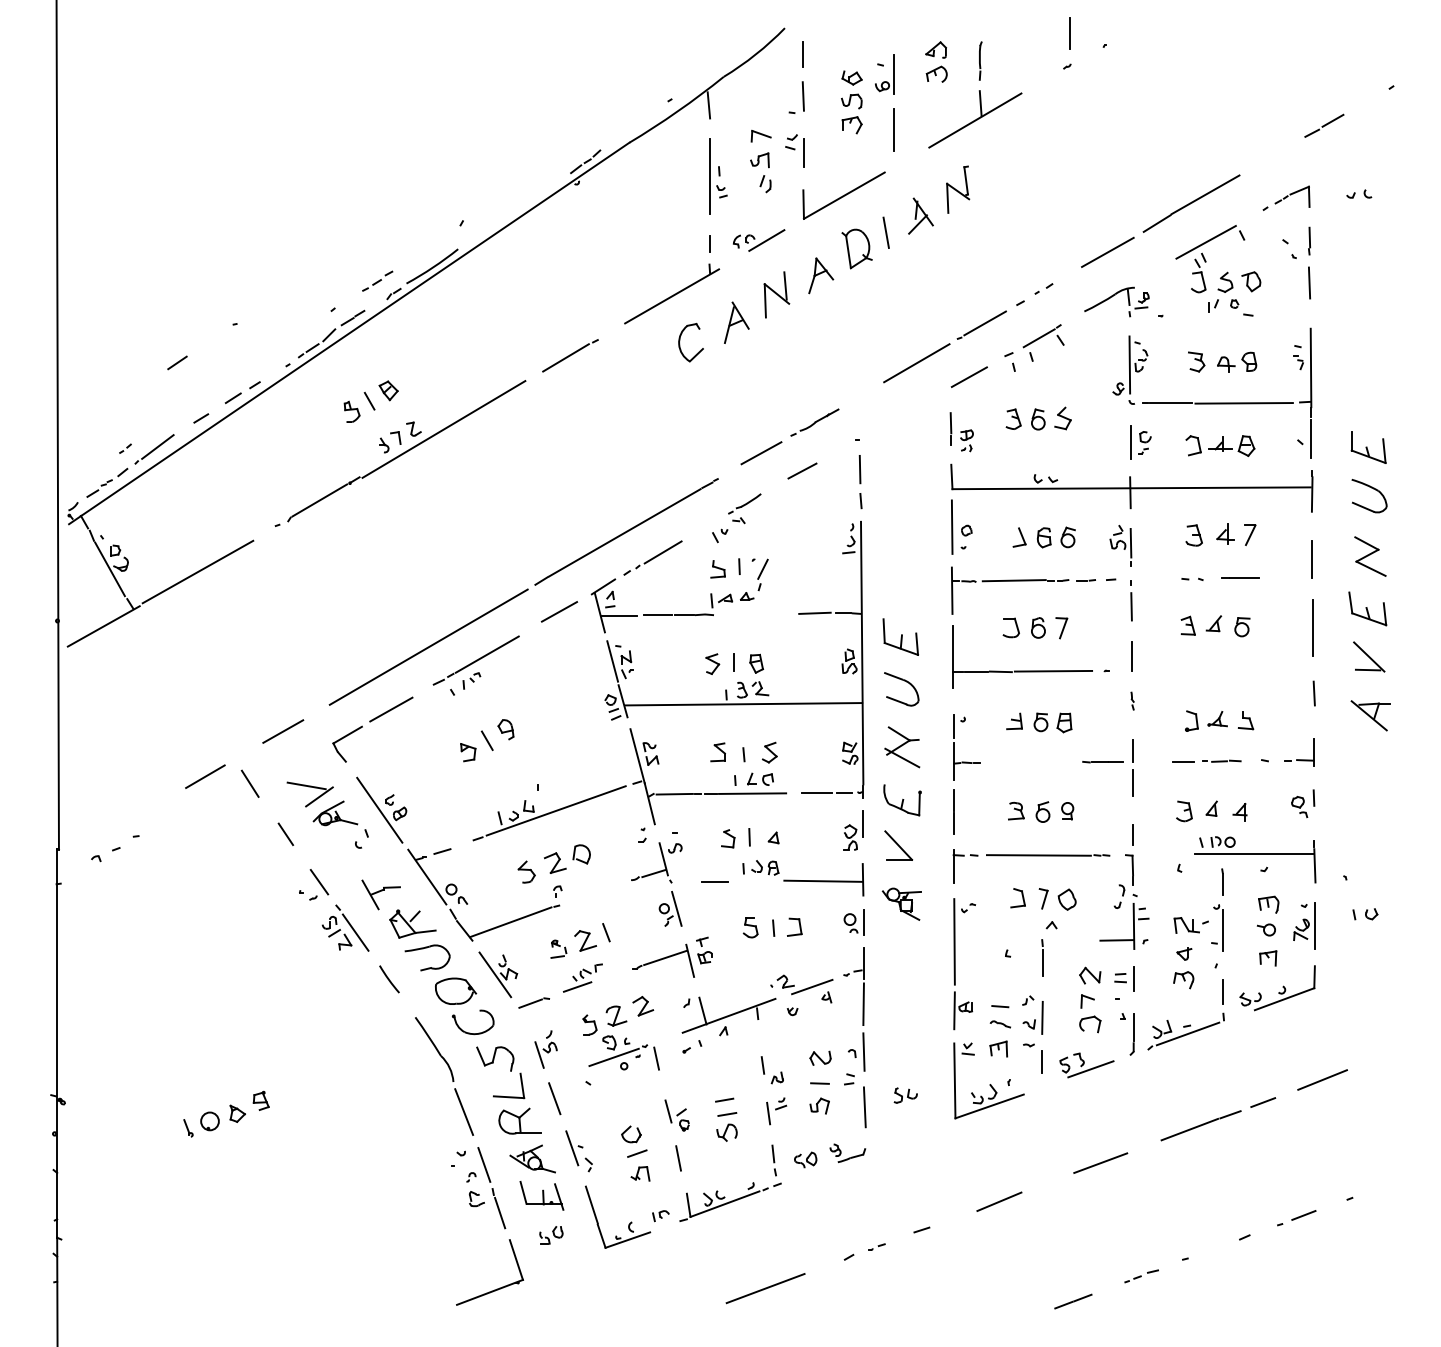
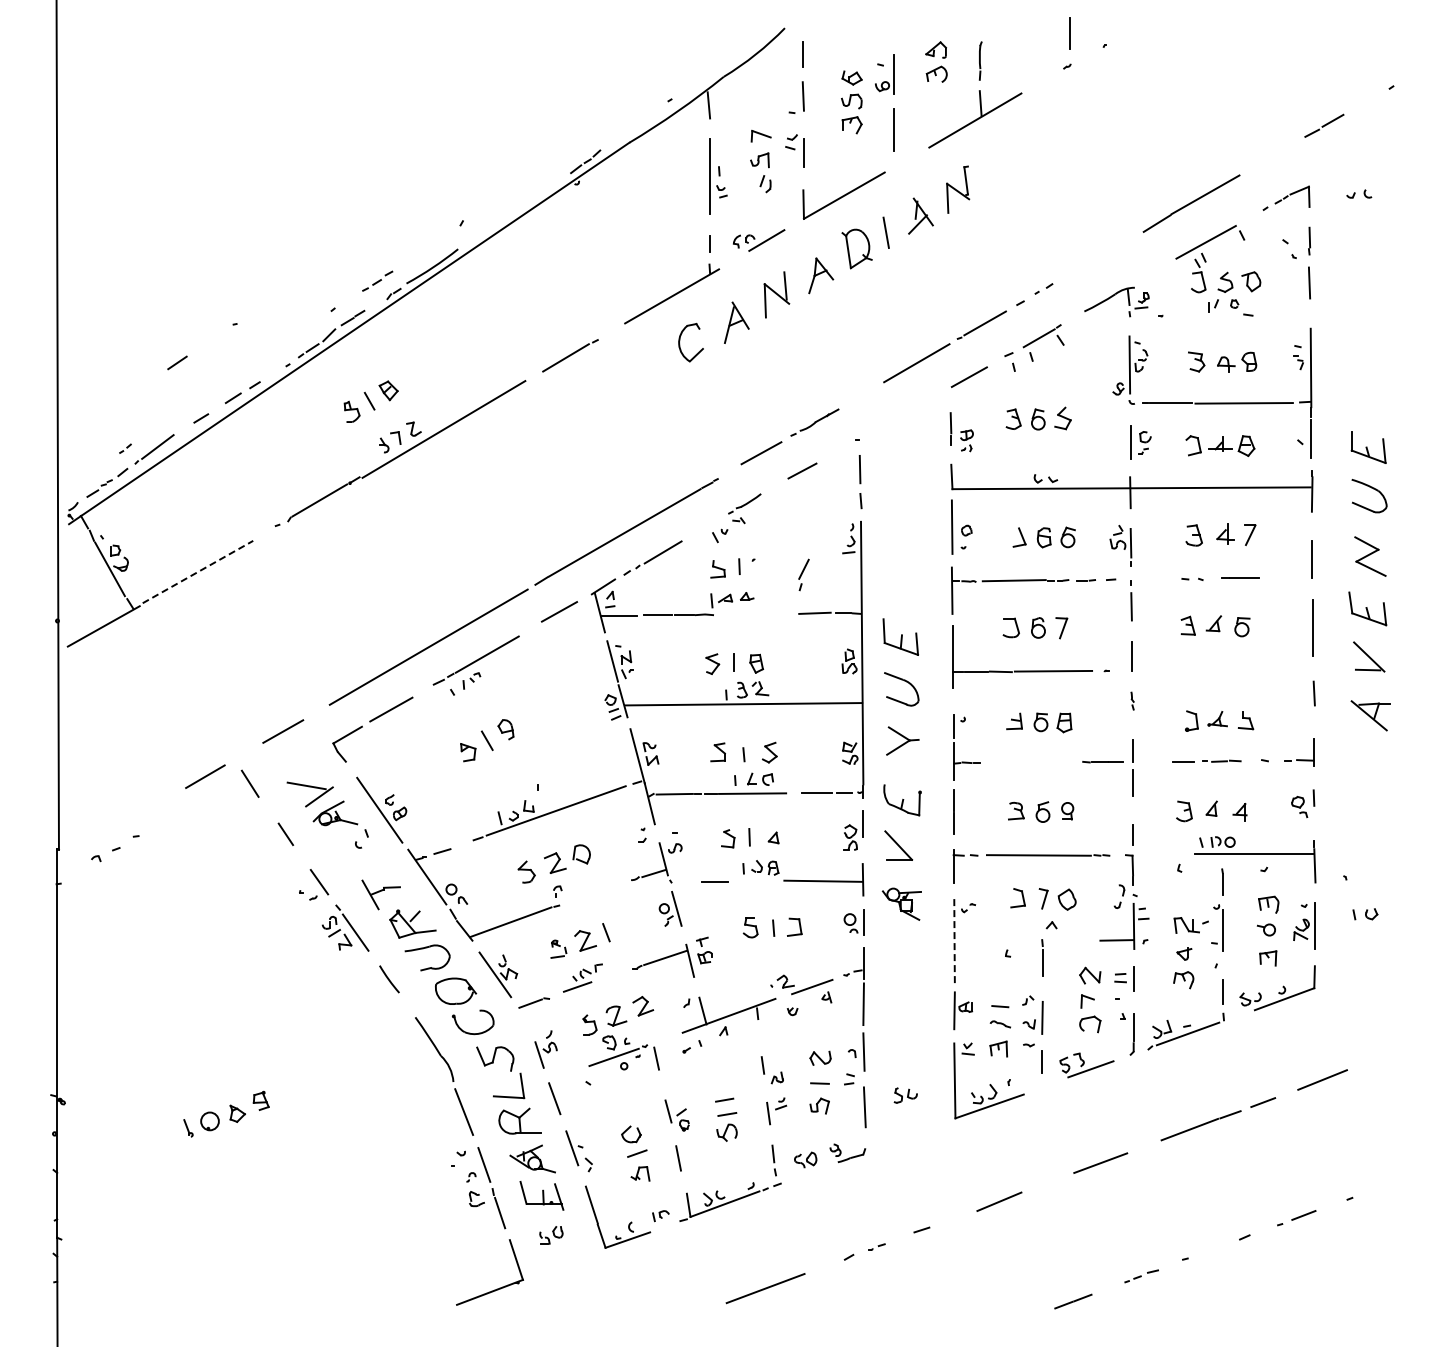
line at (1107, 251): present -> none
line at (198, 571): solid -> dashed
part at (762, 574) position: (762, 574) -> (803, 574)
line at (902, 757): present -> none
line at (954, 941): solid -> dashed
